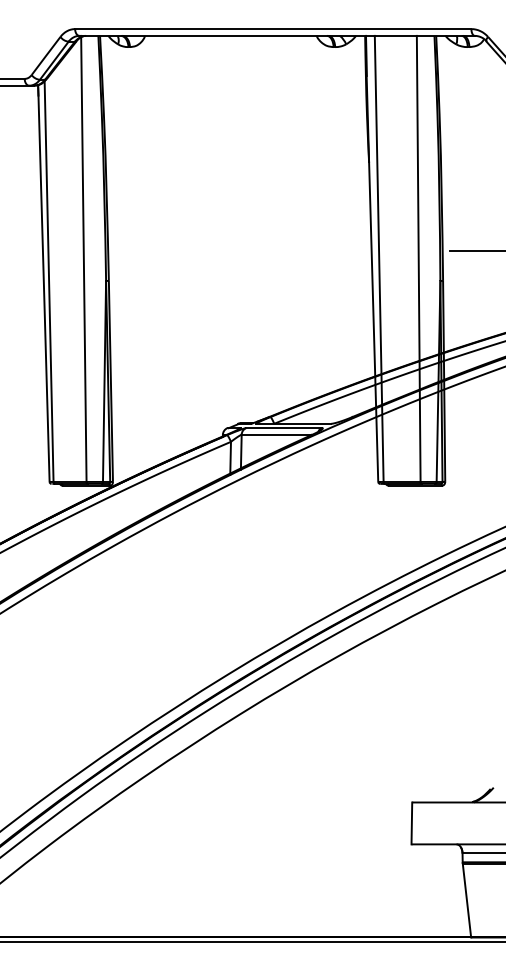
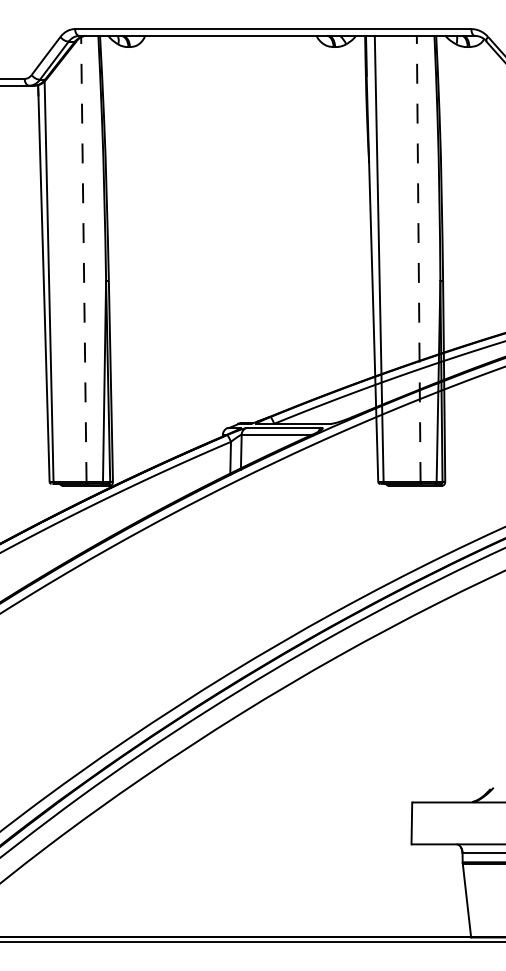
line at (476, 251): present -> none
line at (83, 258): solid -> dashed
line at (418, 258): solid -> dashed
